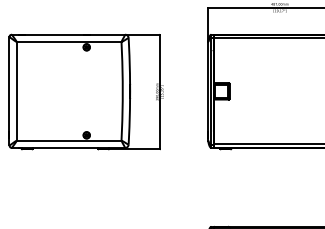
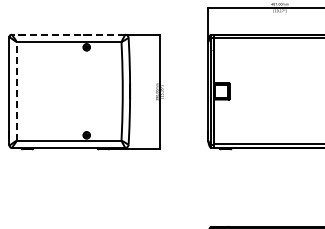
line at (68, 34): solid -> dashed
line at (16, 90): solid -> dashed
